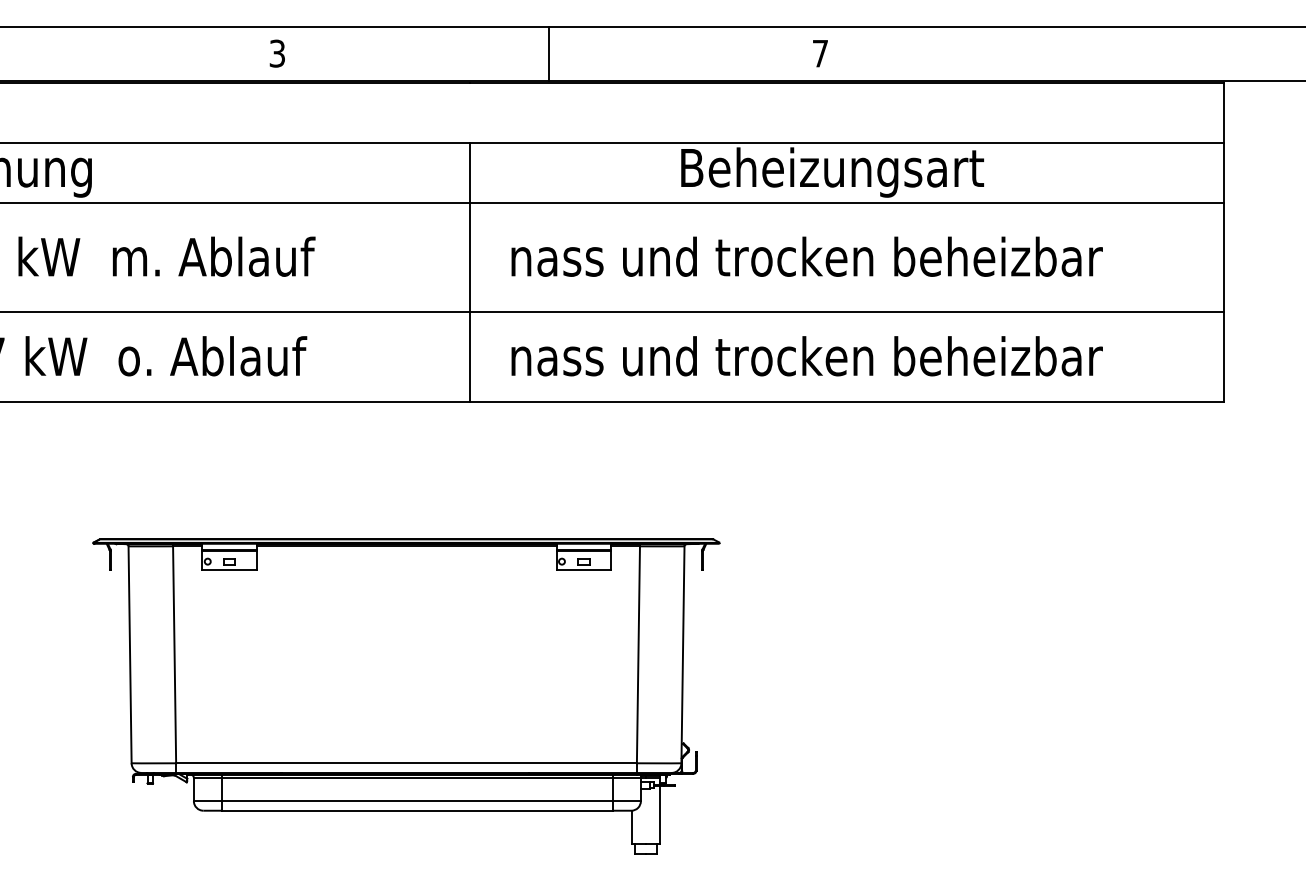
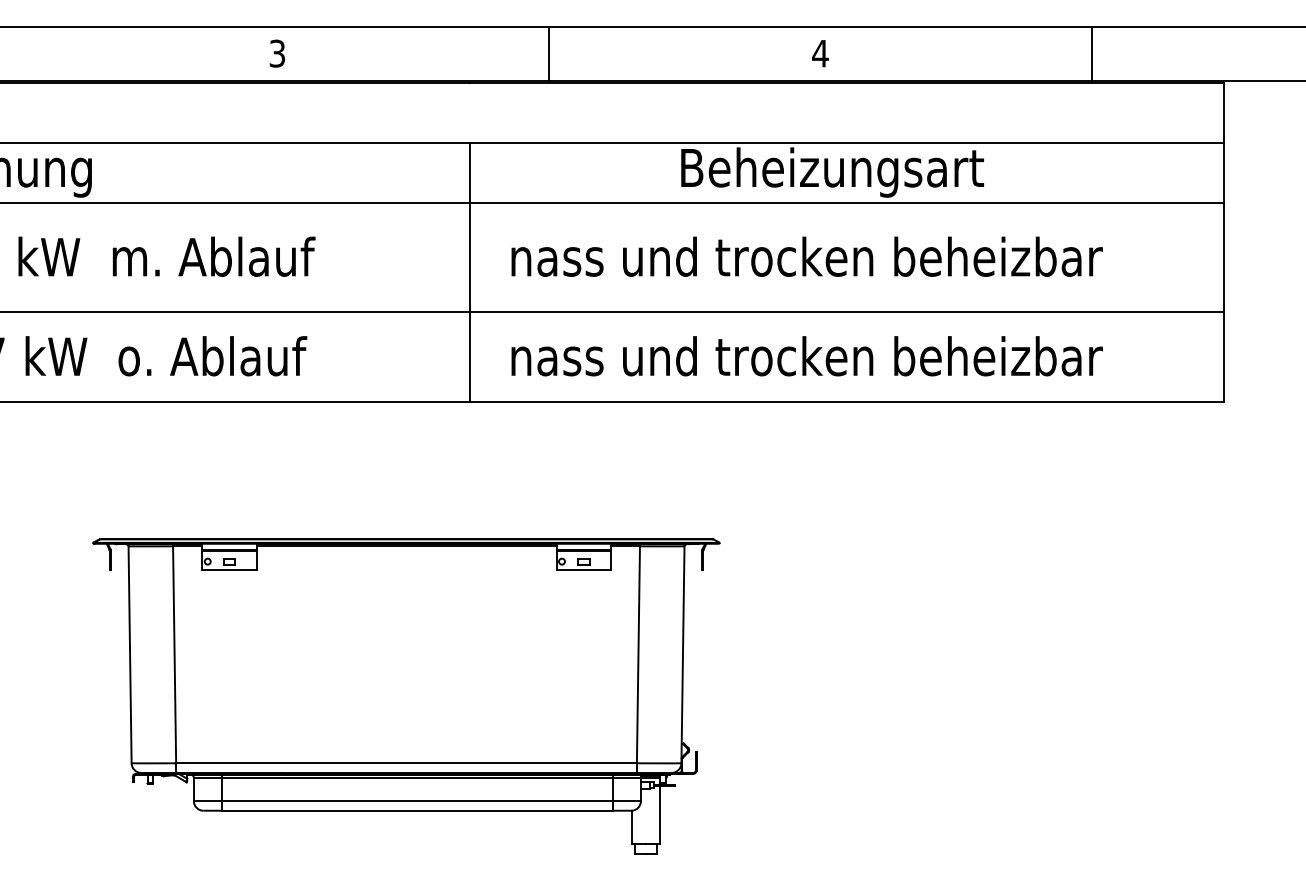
text at (820, 53): 7 -> 4
line at (1092, 53): none -> present
